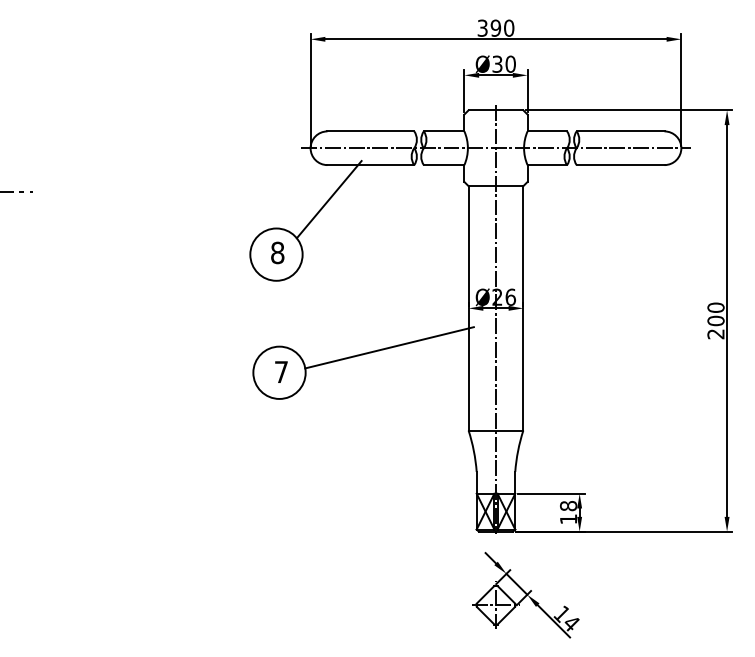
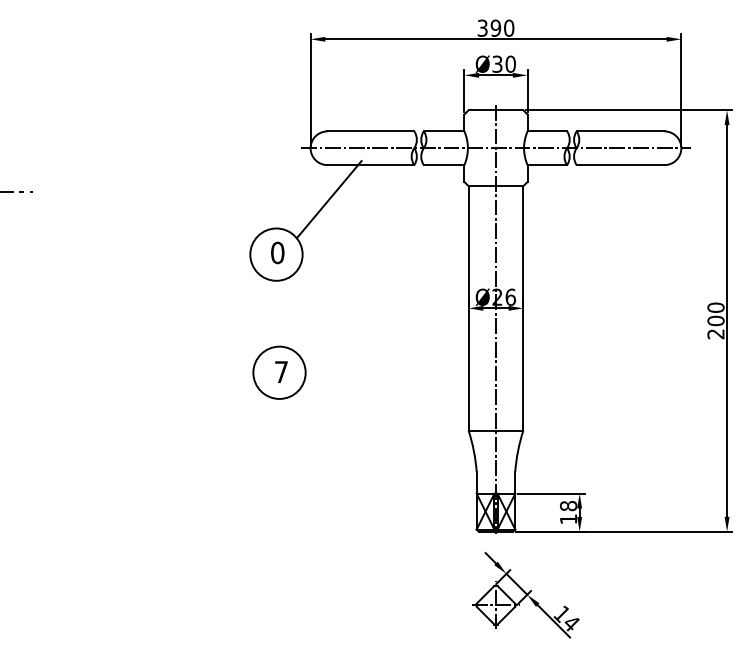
text at (277, 252): 8 -> 0
line at (389, 347): present -> none
